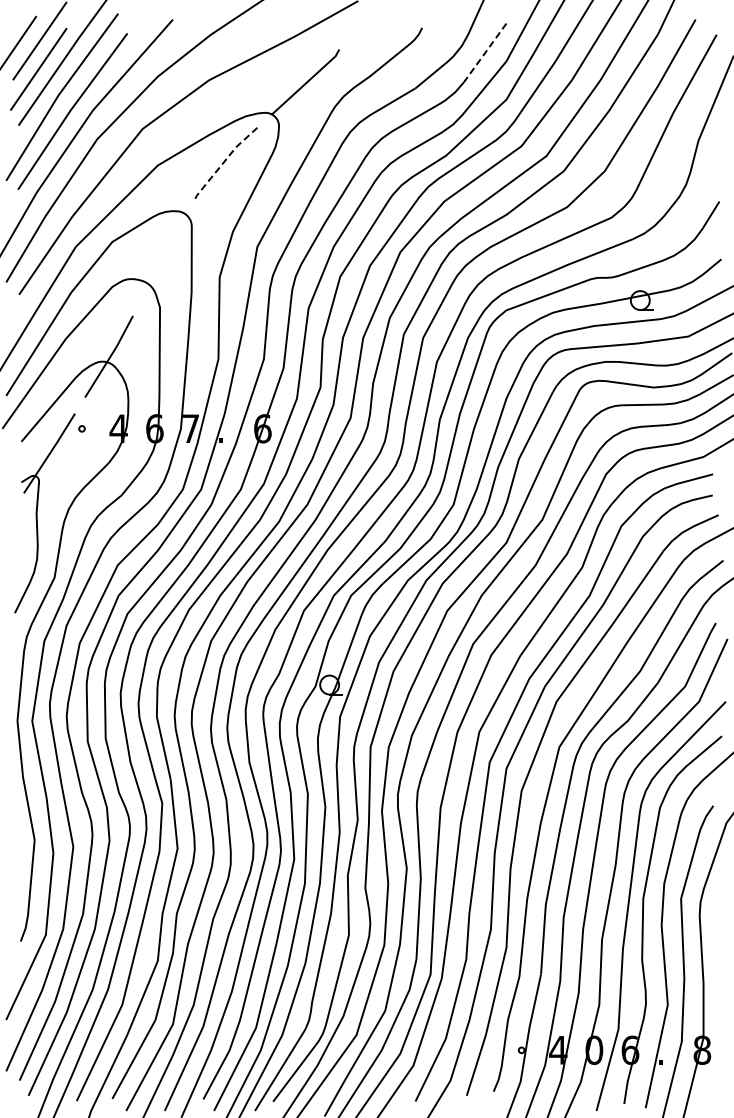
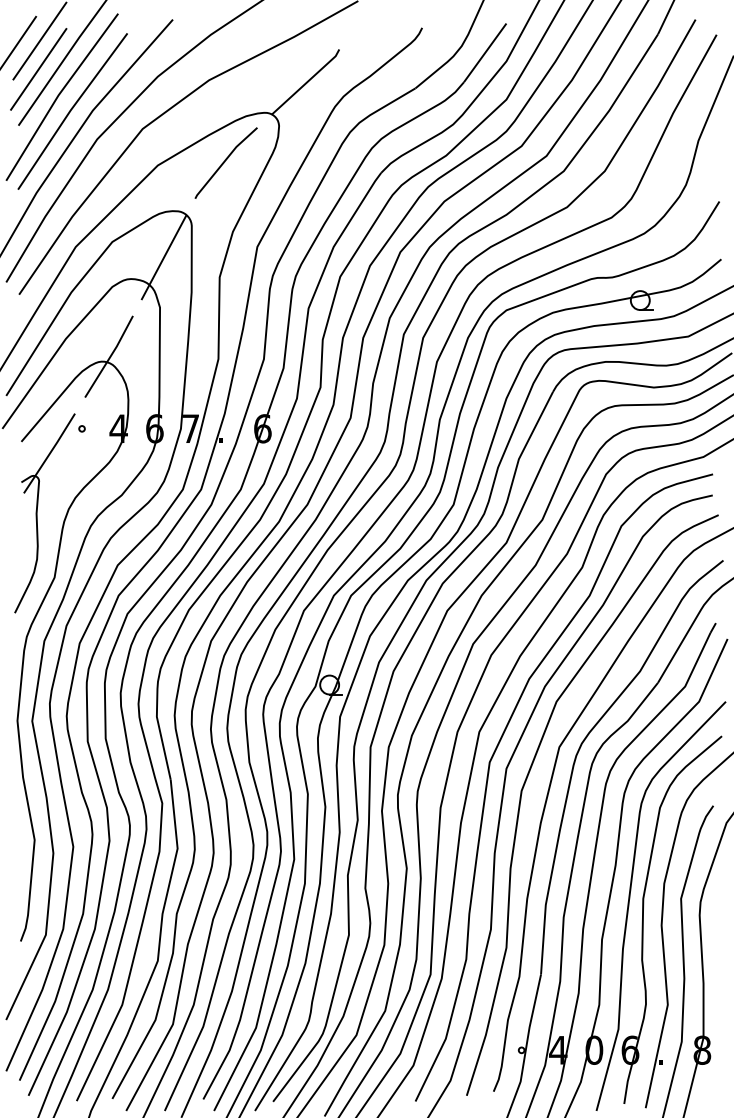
line at (484, 53): dashed -> solid
line at (224, 161): dashed -> solid
line at (163, 257): none -> present
